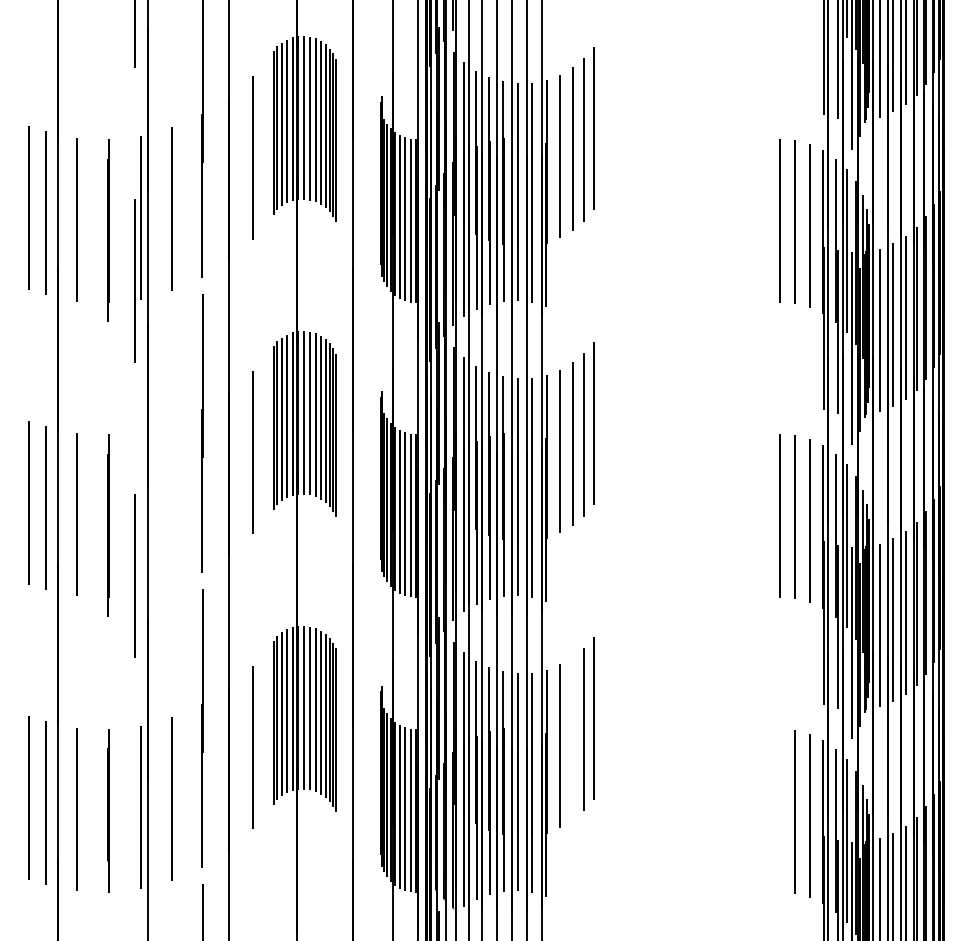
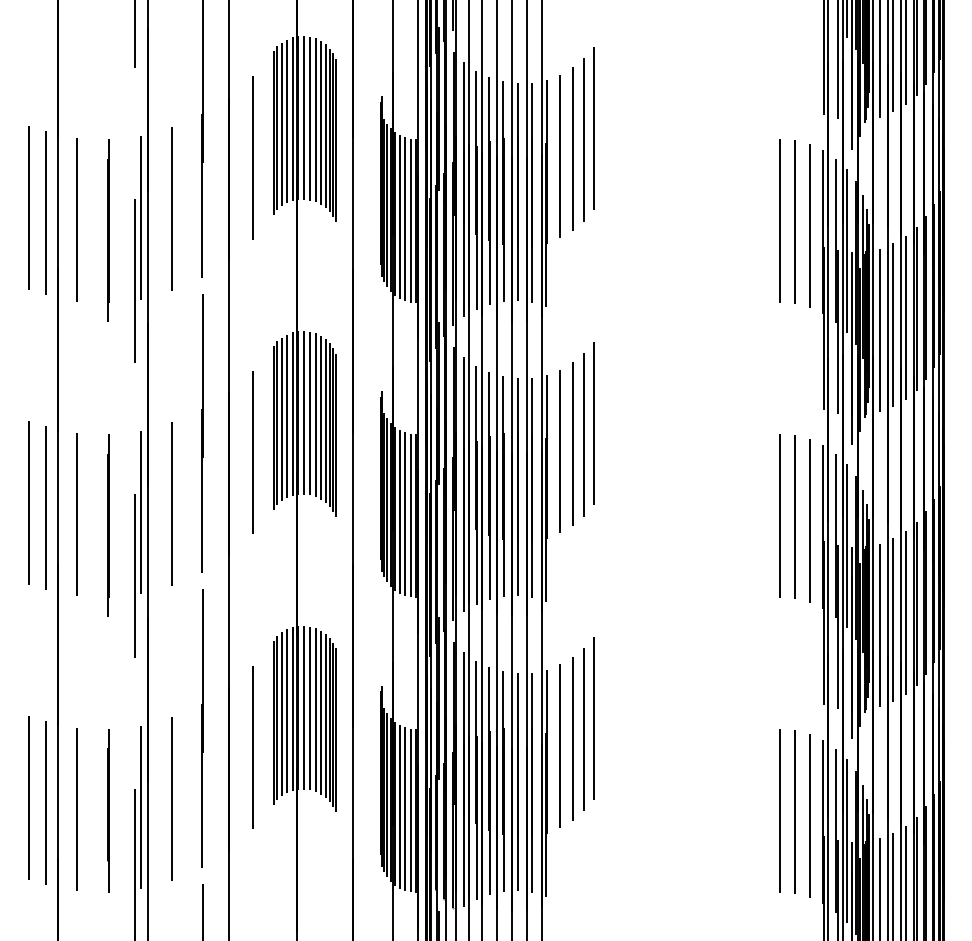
line at (172, 504): none -> present
line at (141, 512): none -> present
line at (572, 738): none -> present
line at (779, 810): none -> present
line at (134, 863): none -> present
